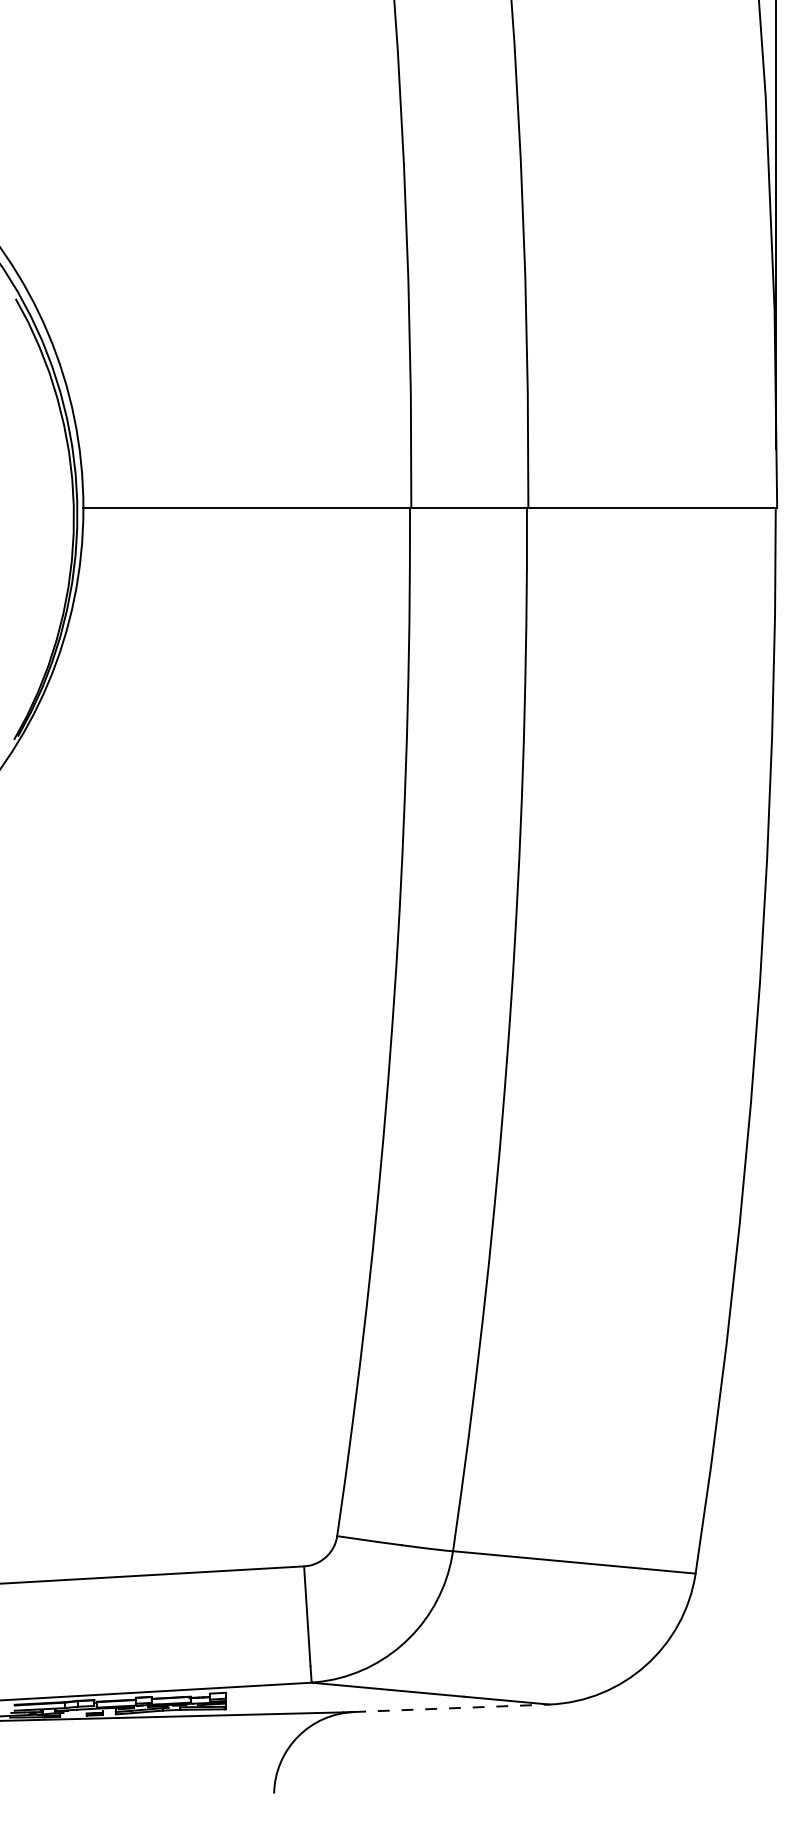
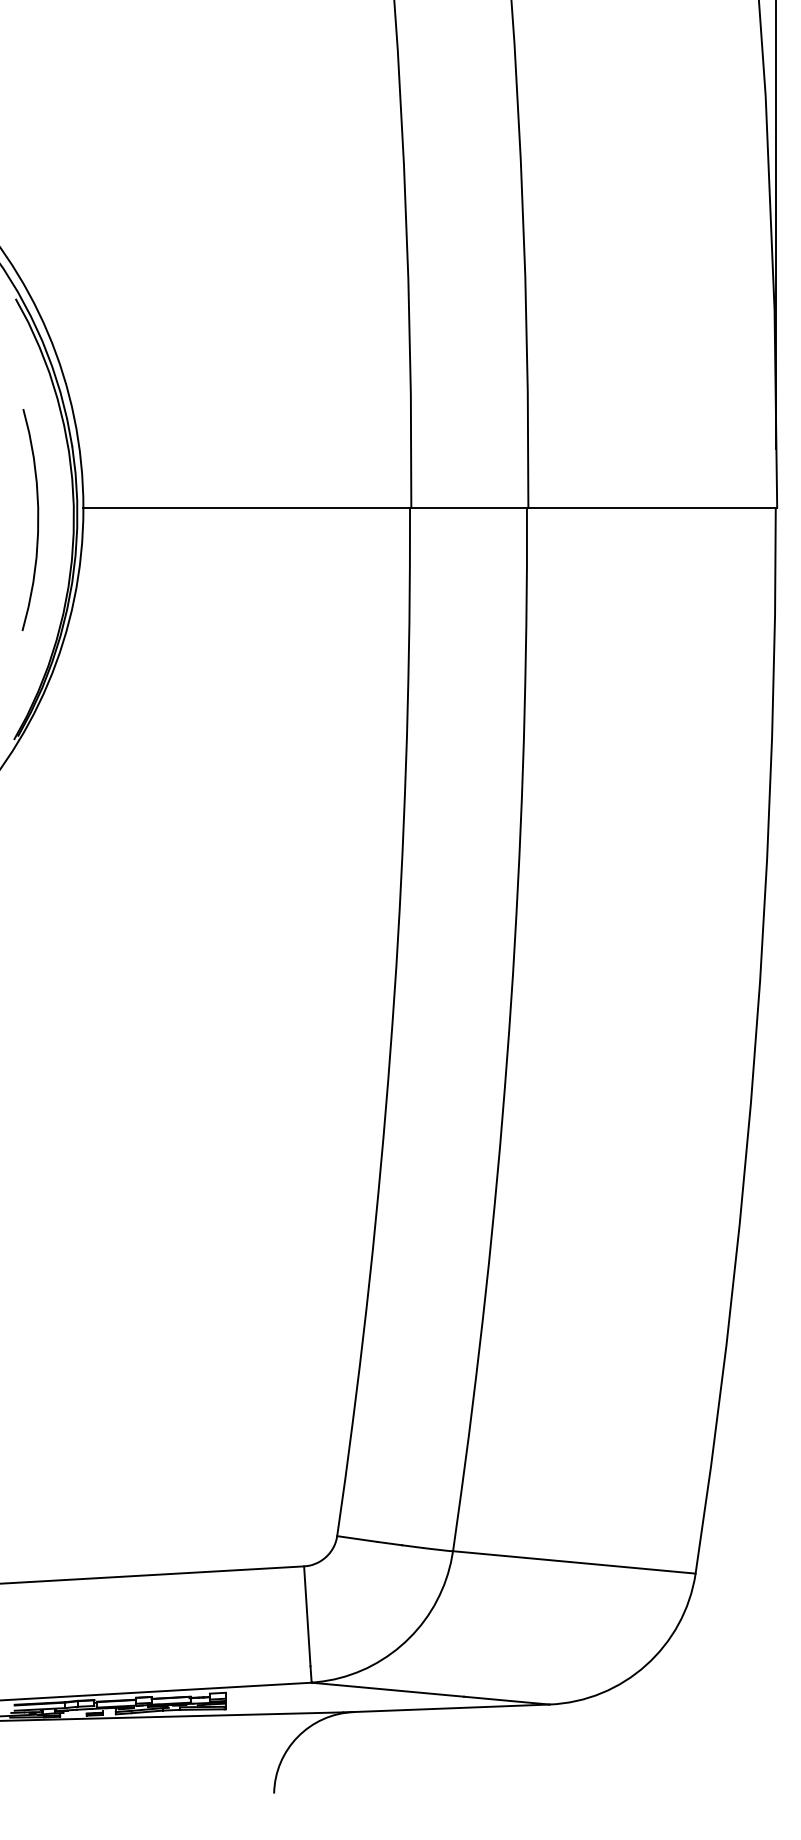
curve at (37, 519): none -> present
line at (451, 1708): dashed -> solid
